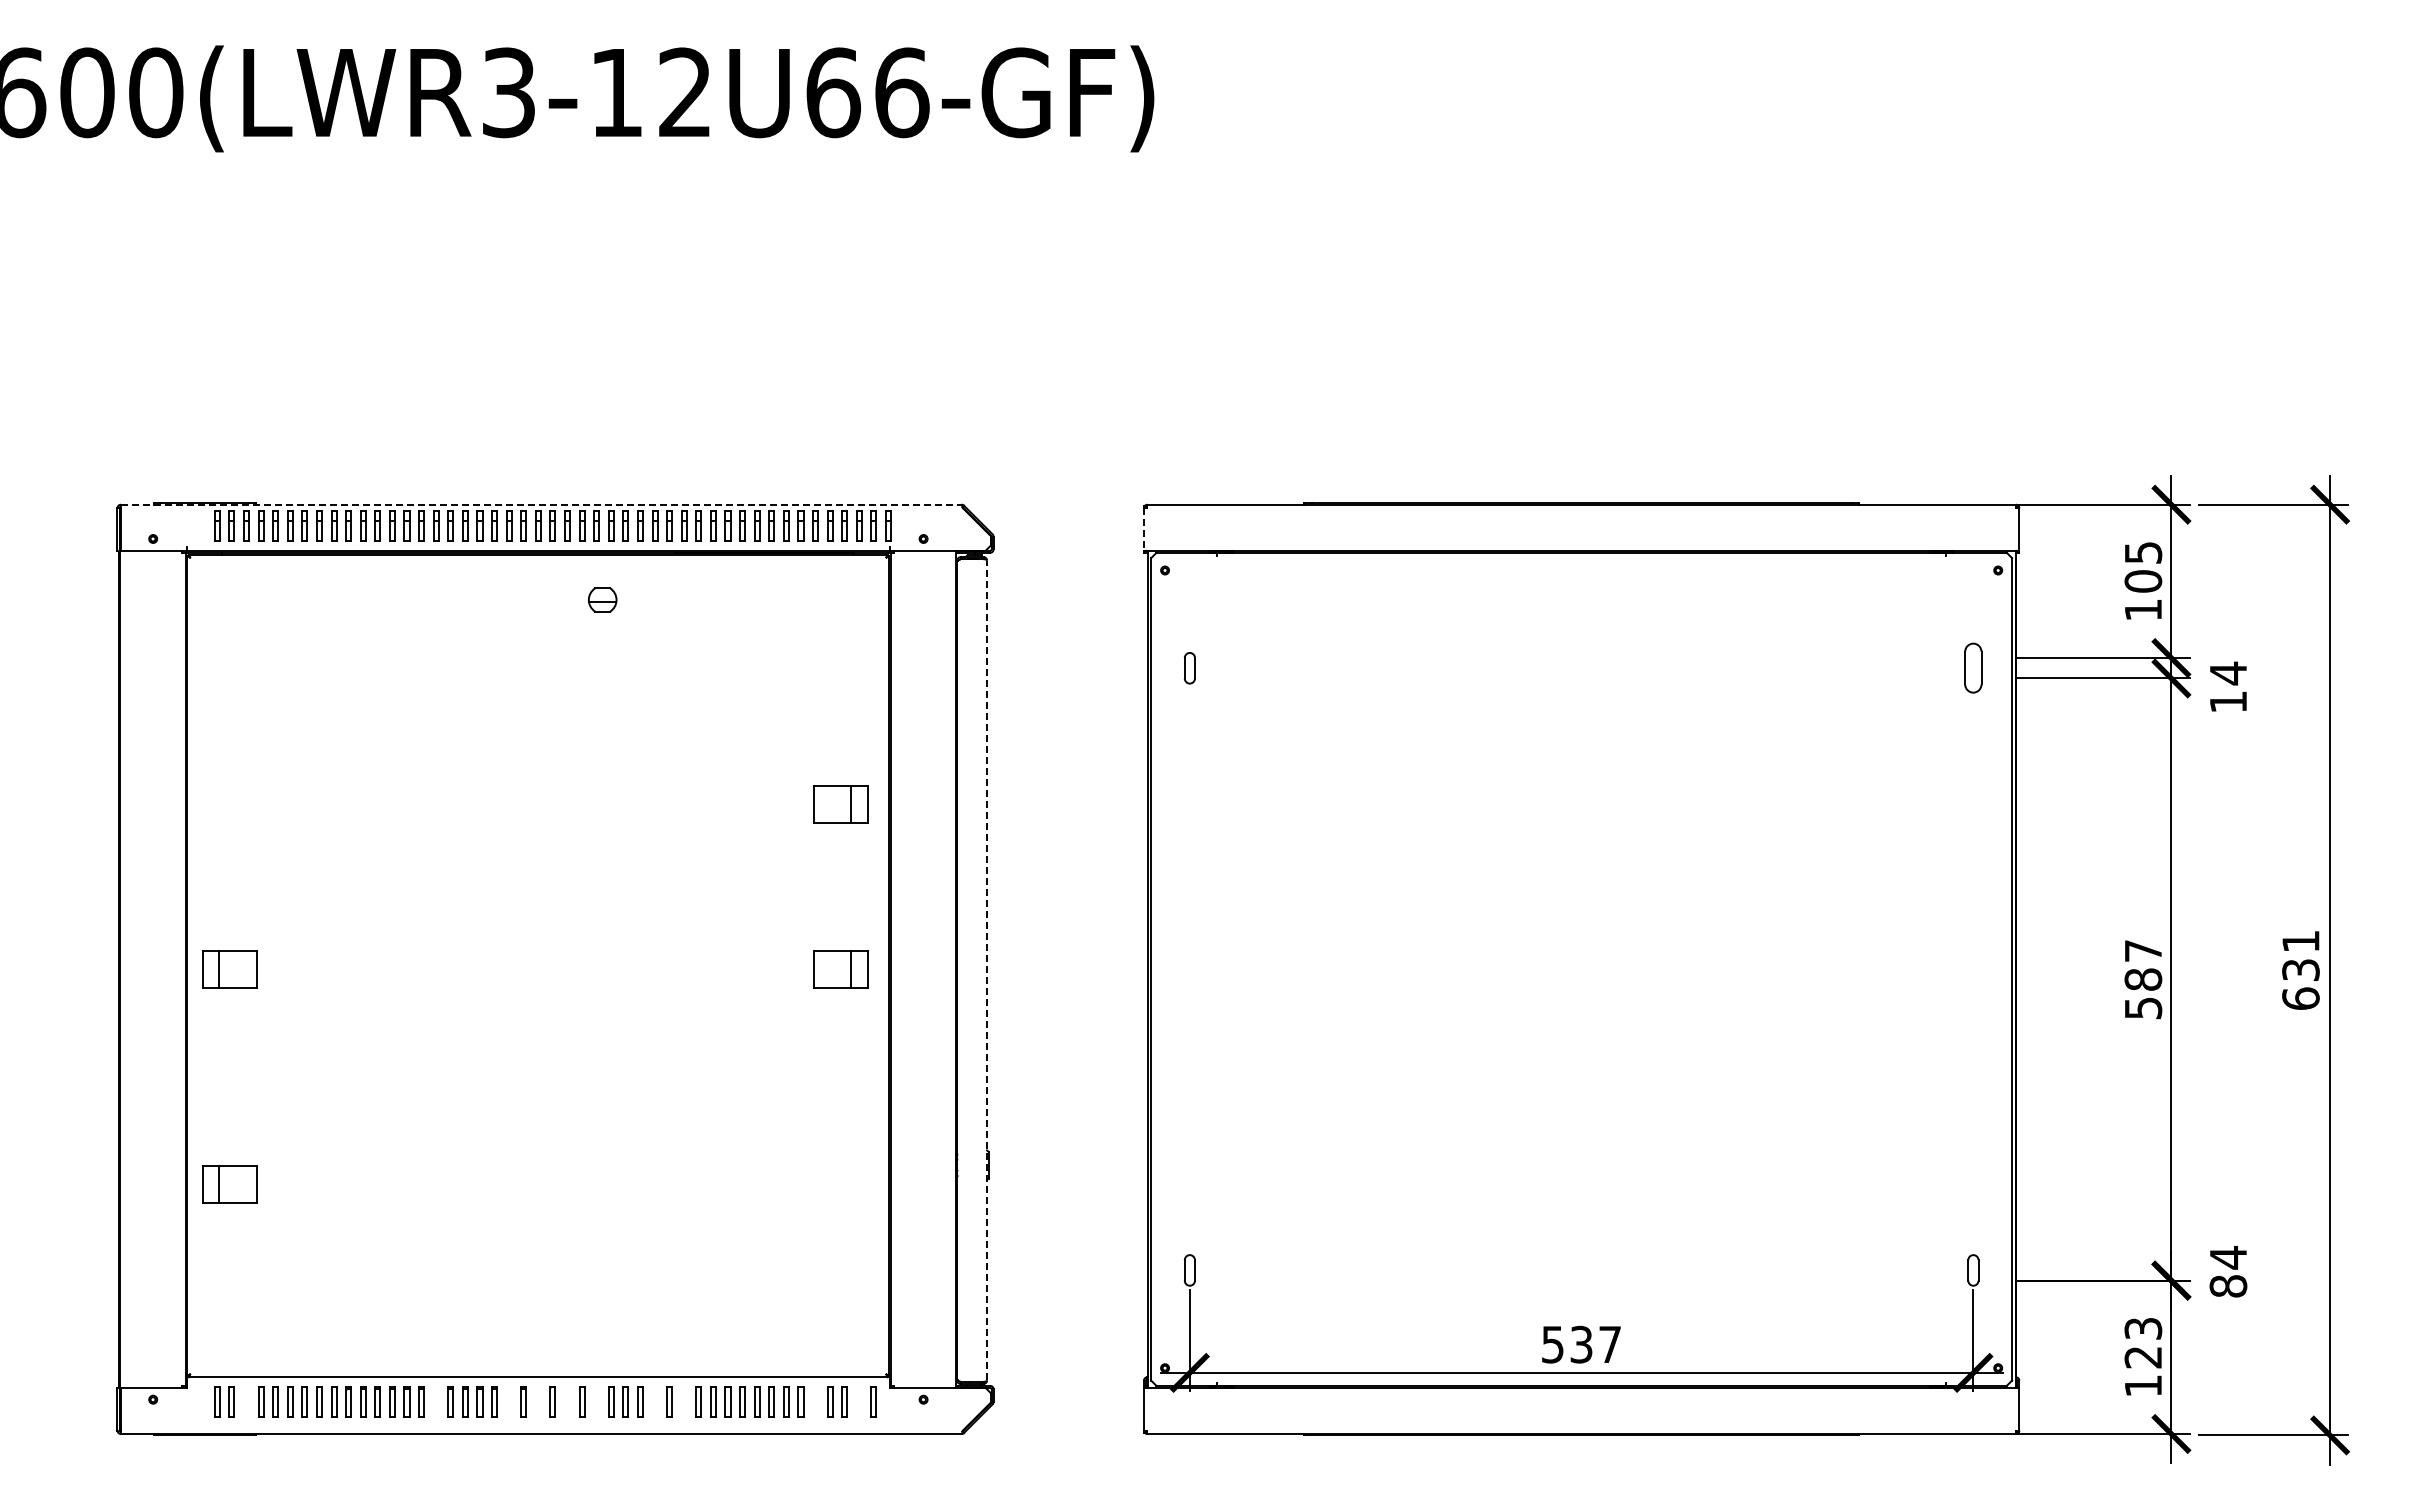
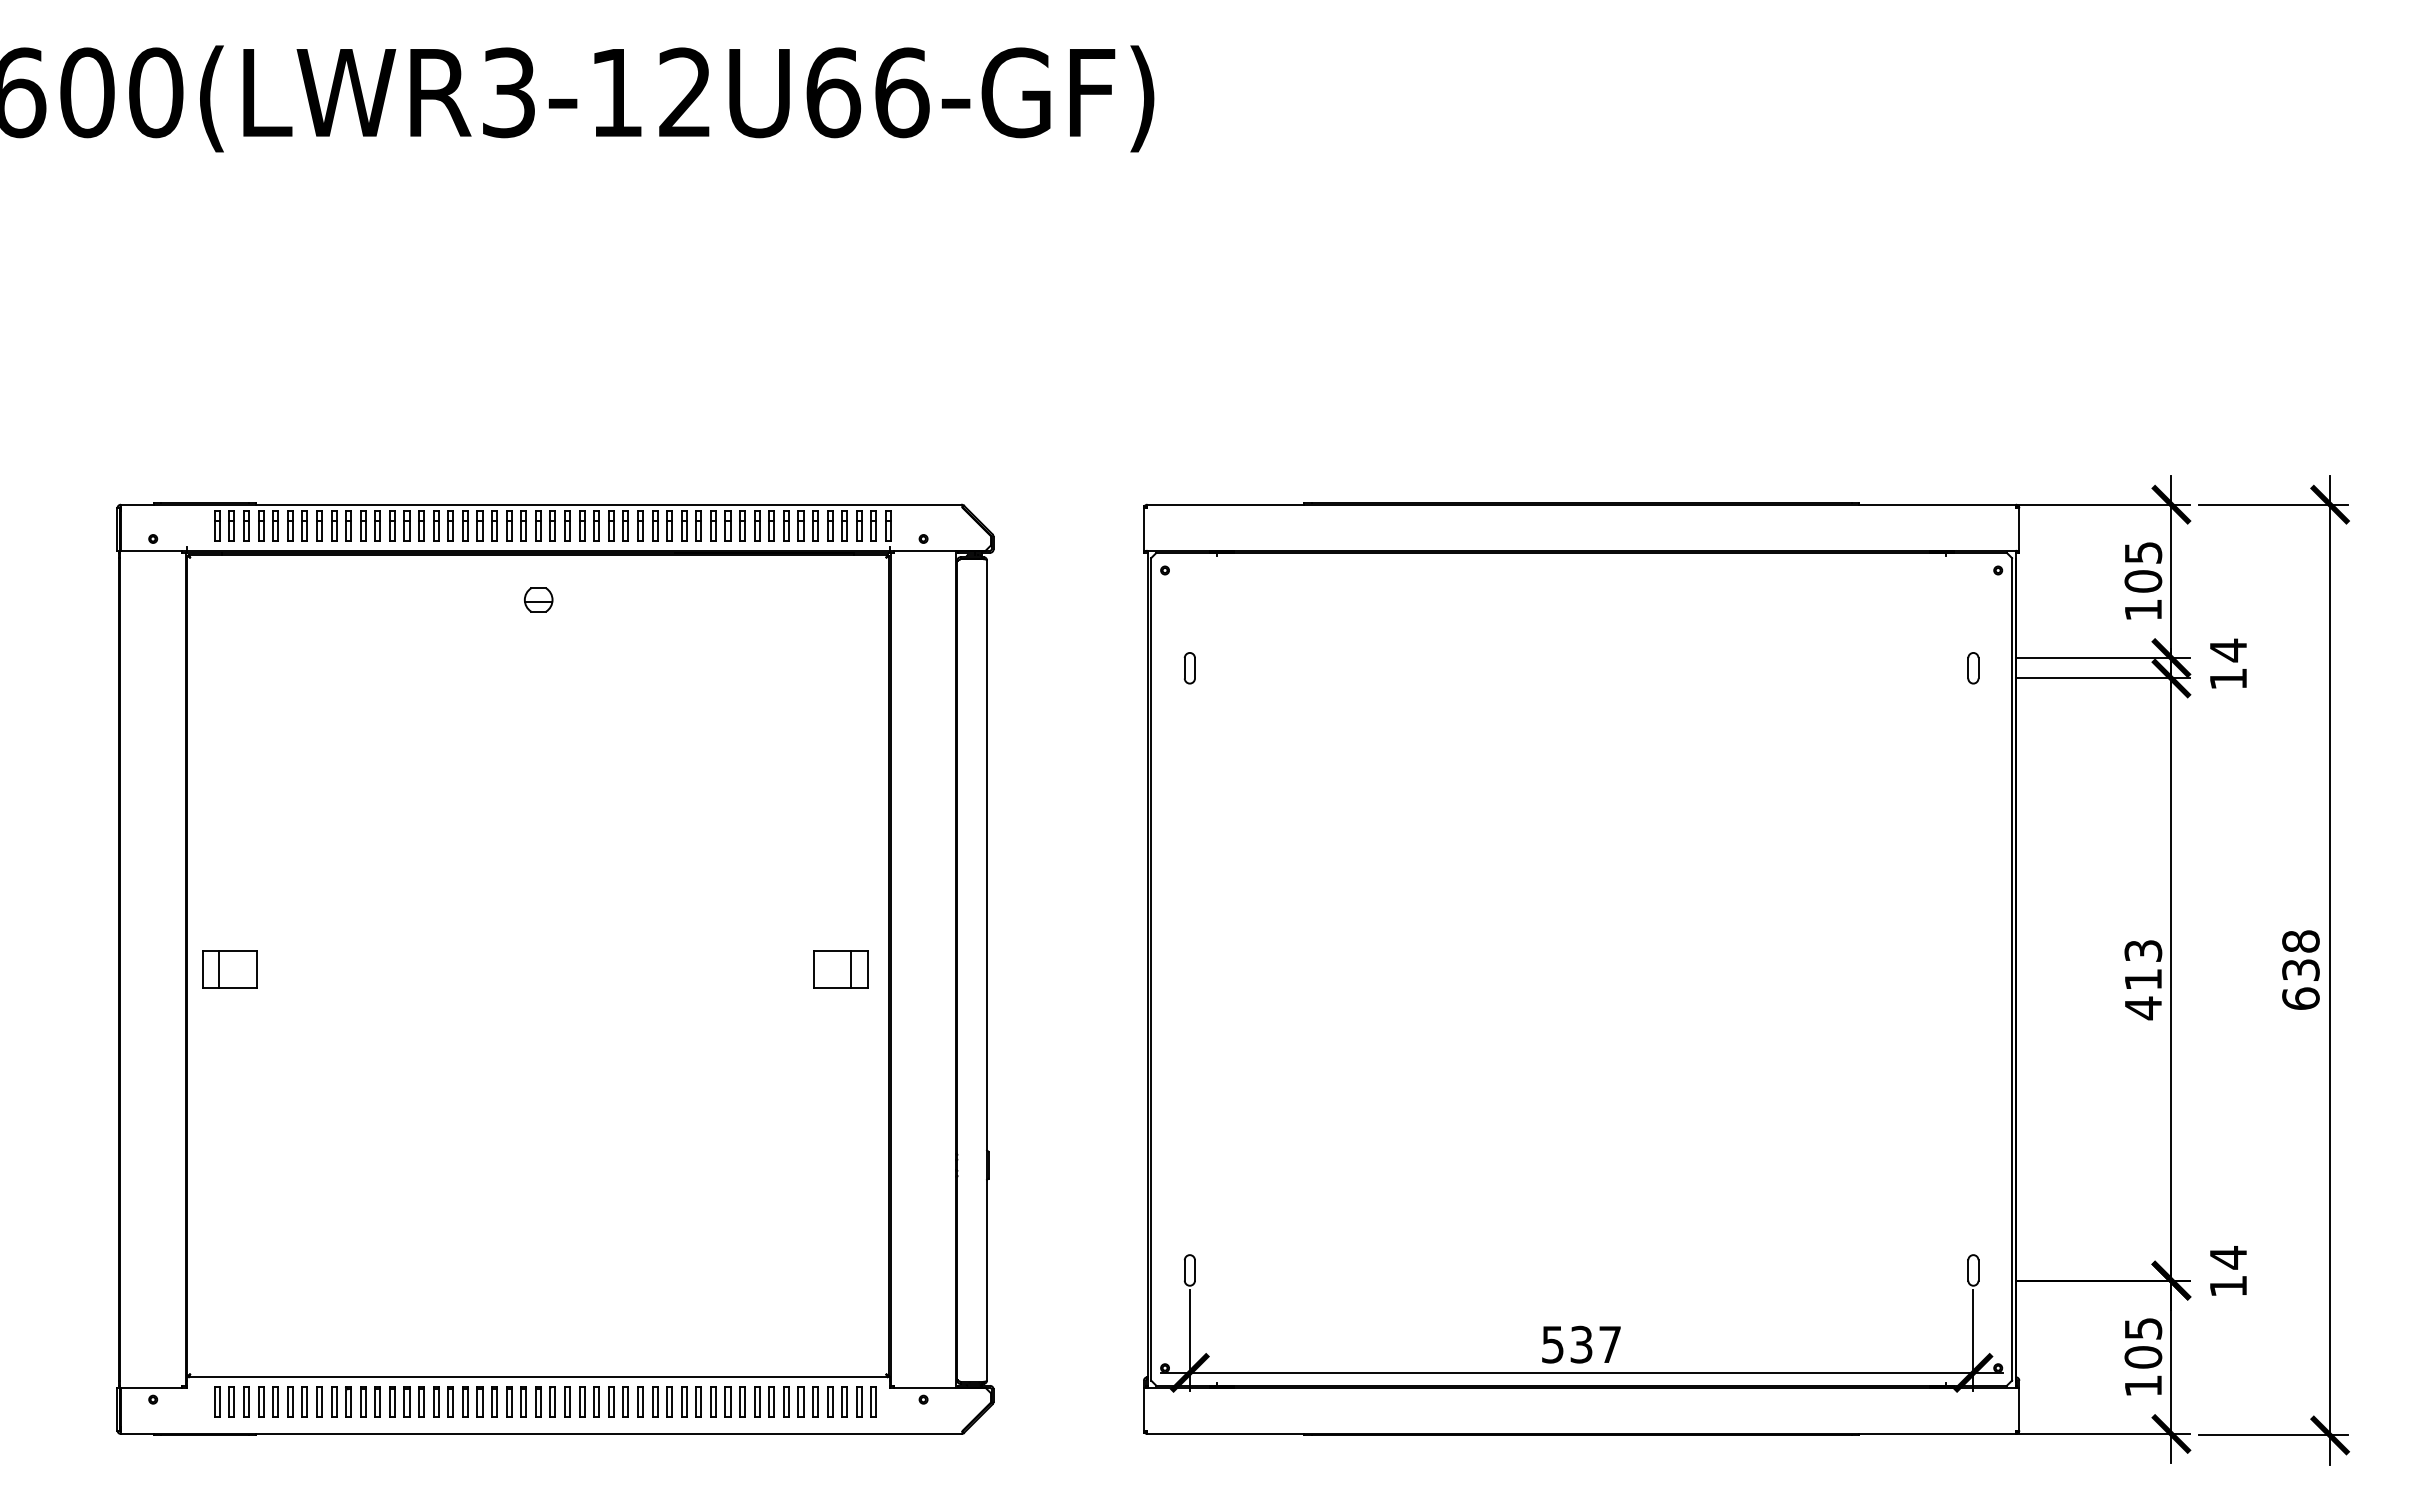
line at (541, 504): dashed -> solid
line at (1143, 529): dashed -> solid
part at (602, 599) position: (602, 599) -> (538, 599)
part at (1973, 667) size: 19x52 px -> 13x33 px
text at (2228, 686) position: (2228, 686) -> (2228, 663)
part at (840, 804): present -> none
text at (2300, 941): 631 -> 638
line at (987, 970): dashed -> solid
text at (2143, 980): 587 -> 413
part at (229, 1184): present -> none
text at (2228, 1286): 84 -> 14
text at (2143, 1343): 123 -> 105
part at (246, 1401): none -> present
part at (436, 1401): none -> present
part at (509, 1401): none -> present
part at (538, 1401): none -> present
part at (567, 1401): none -> present
part at (596, 1401): none -> present
part at (655, 1401): none -> present
part at (684, 1401): none -> present
part at (815, 1401): none -> present
part at (859, 1401): none -> present
